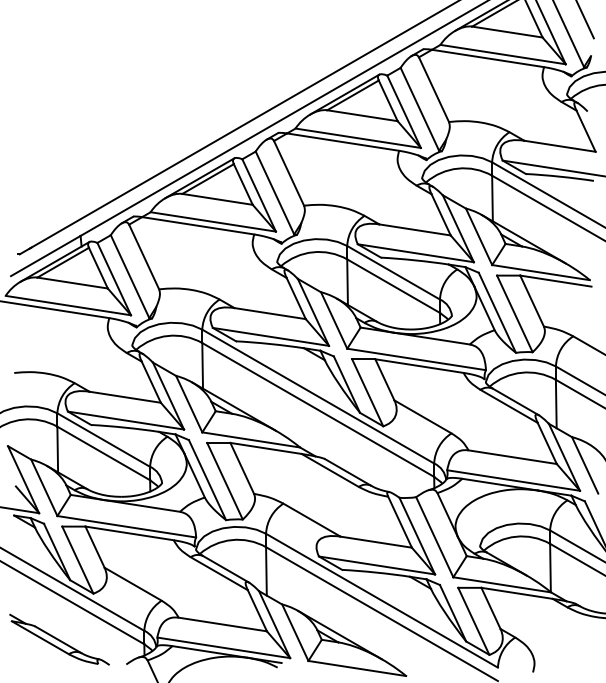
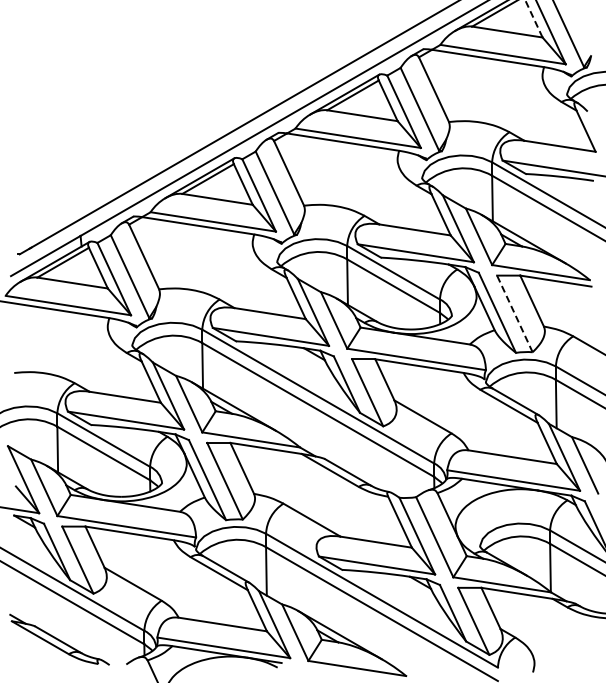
line at (533, 18): solid -> dashed
line at (585, 20): present -> none
line at (514, 313): solid -> dashed
